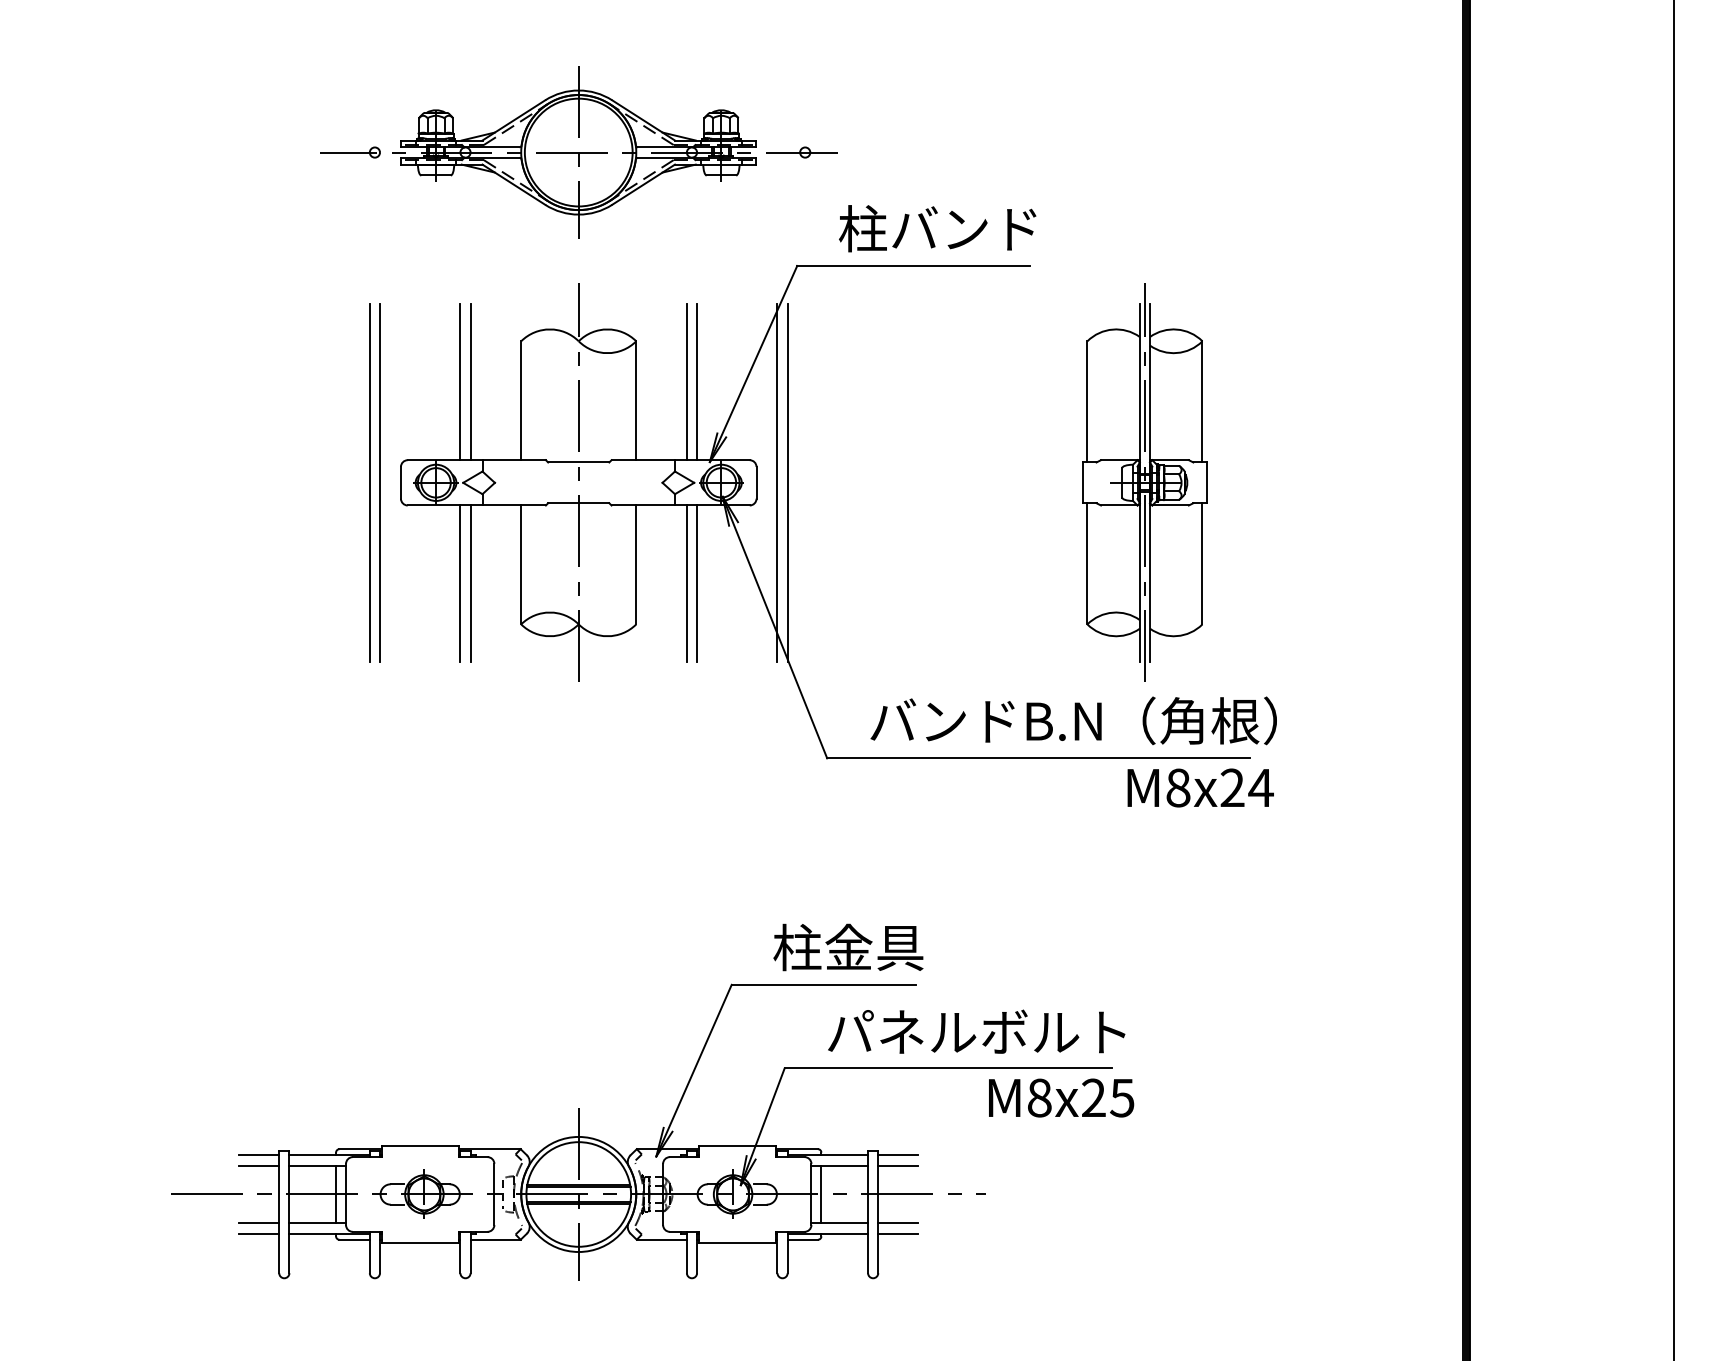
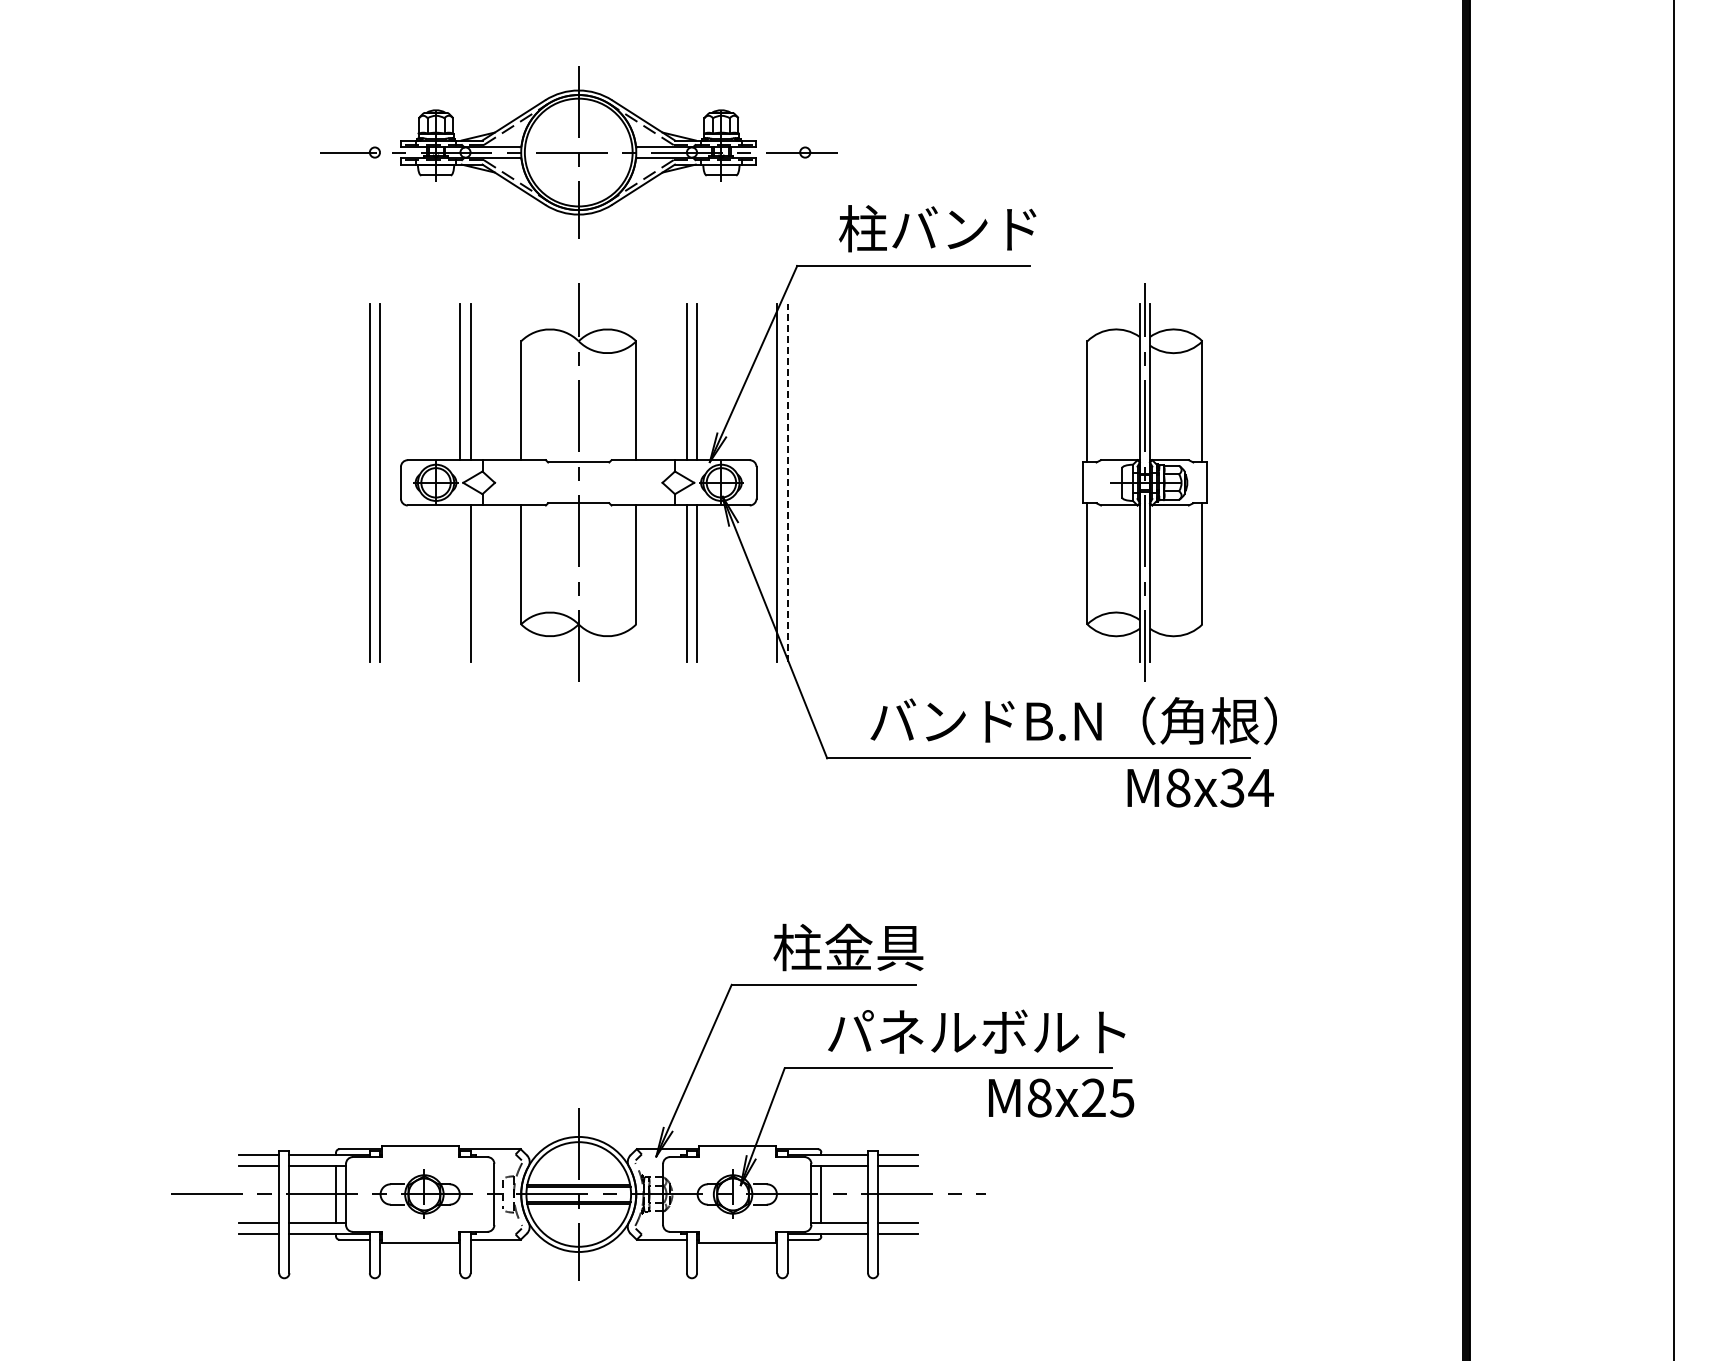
line at (787, 482): solid -> dashed
line at (460, 583): present -> none
text at (1232, 787): M8x24 -> M8x34
